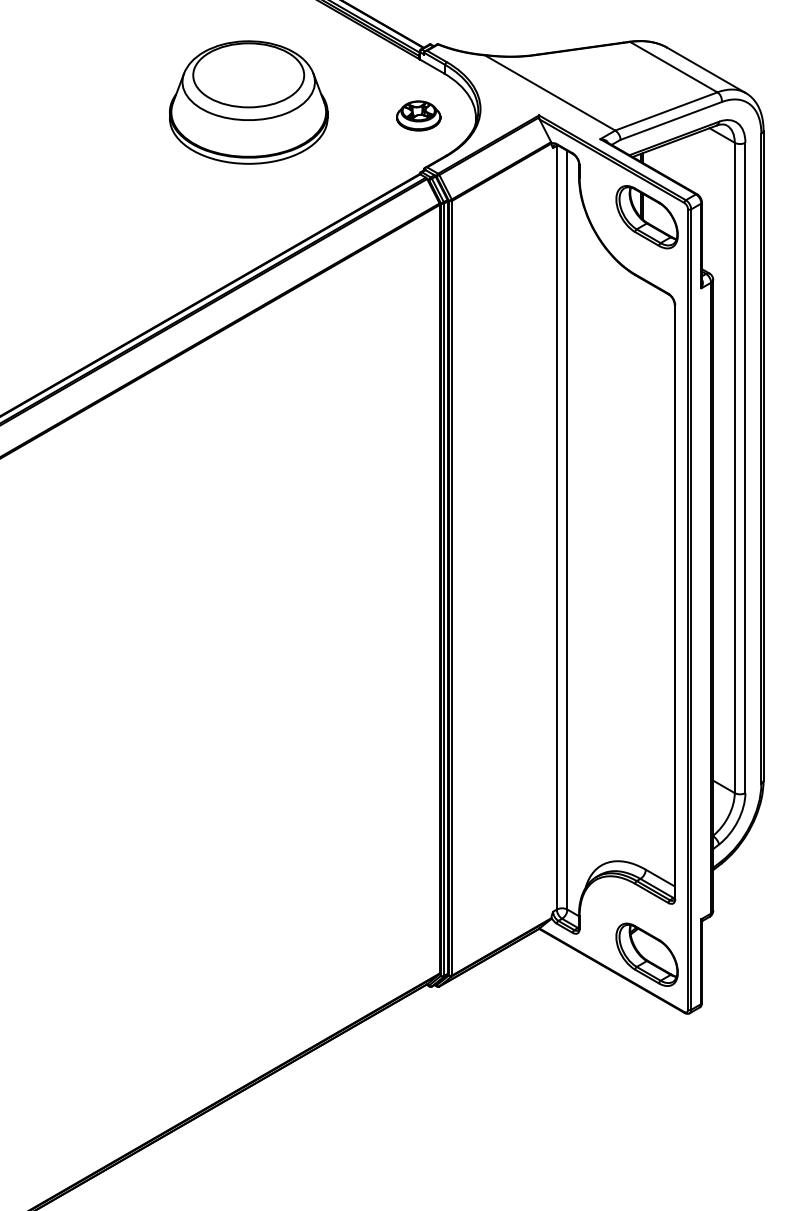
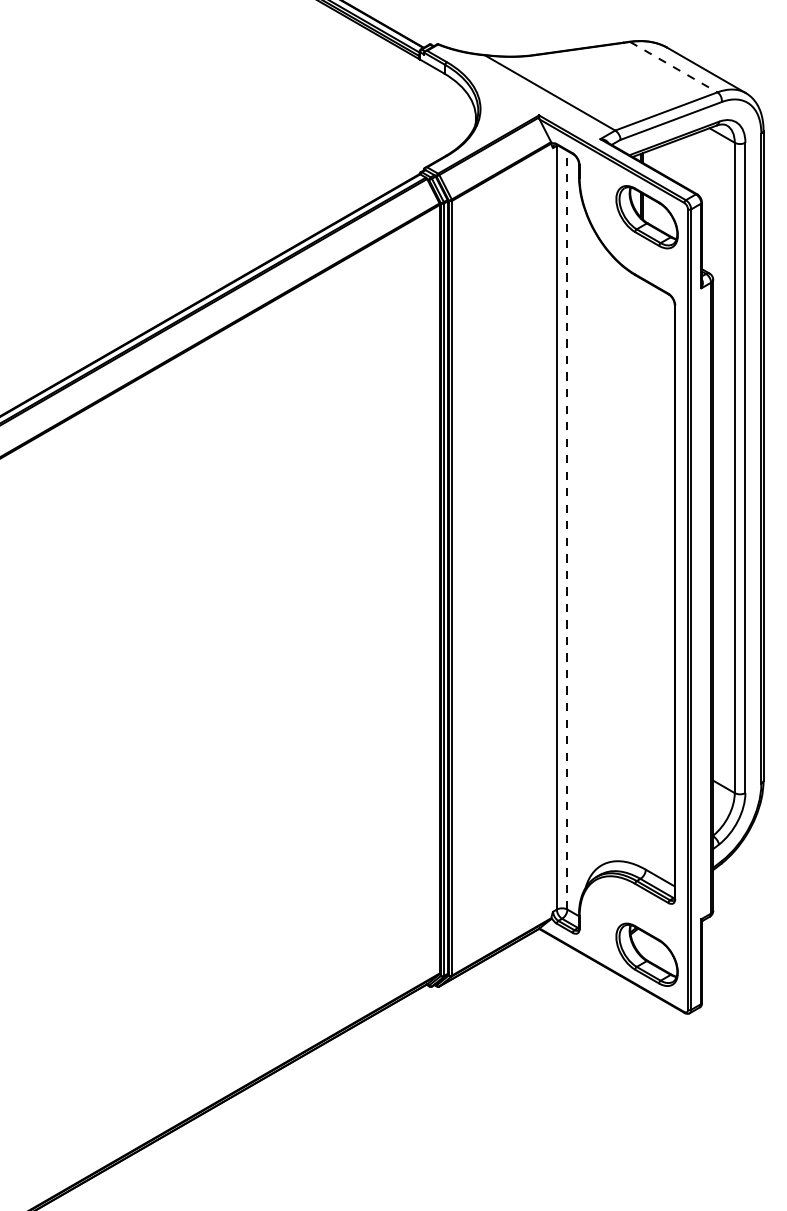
line at (674, 67): solid -> dashed
part at (248, 102): present -> none
part at (418, 115): present -> none
line at (567, 529): solid -> dashed
